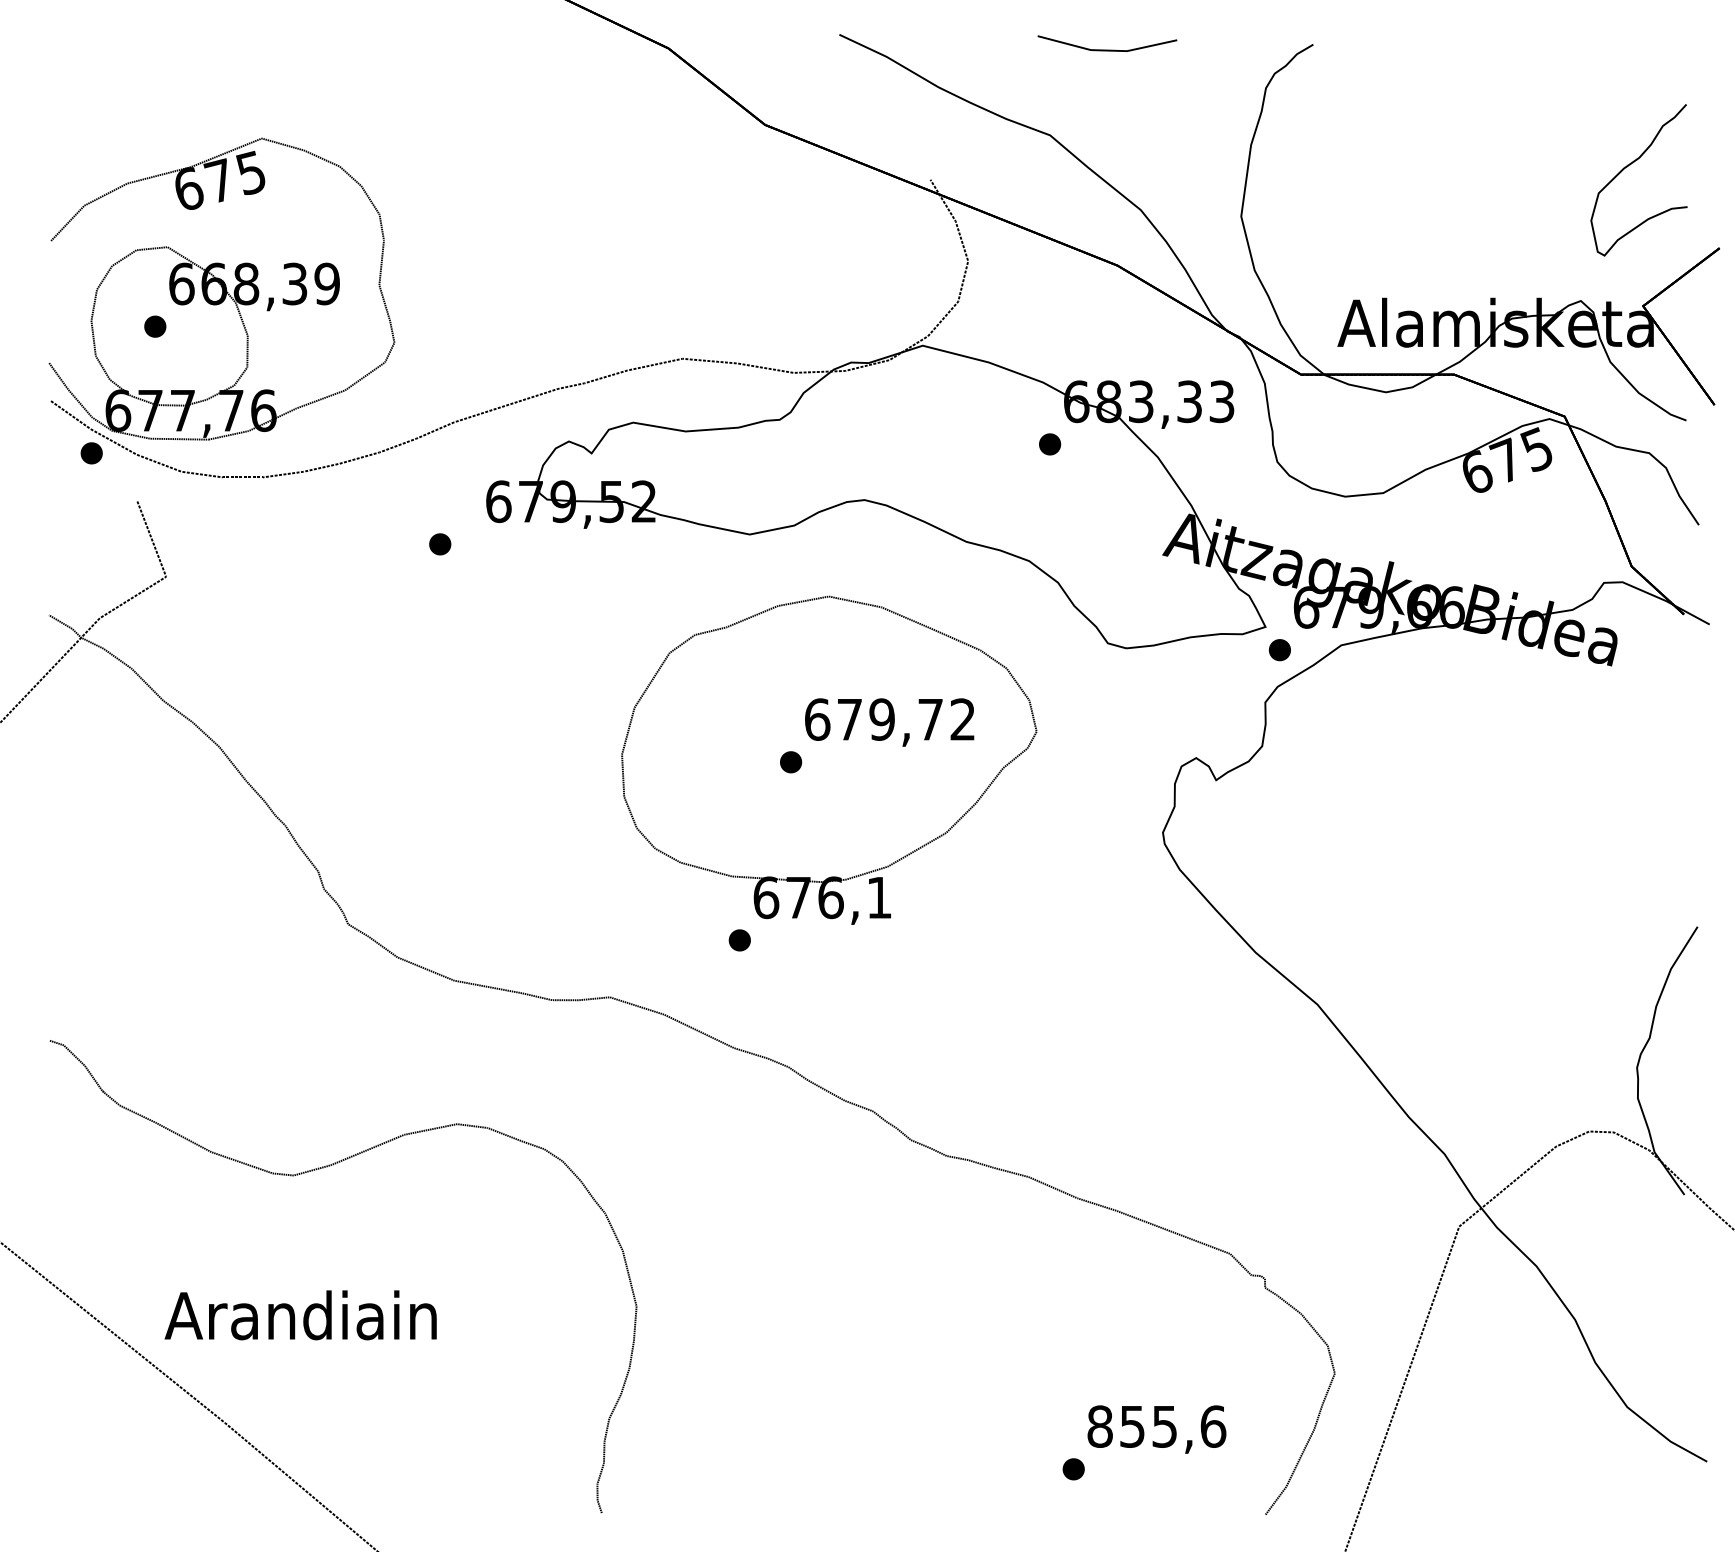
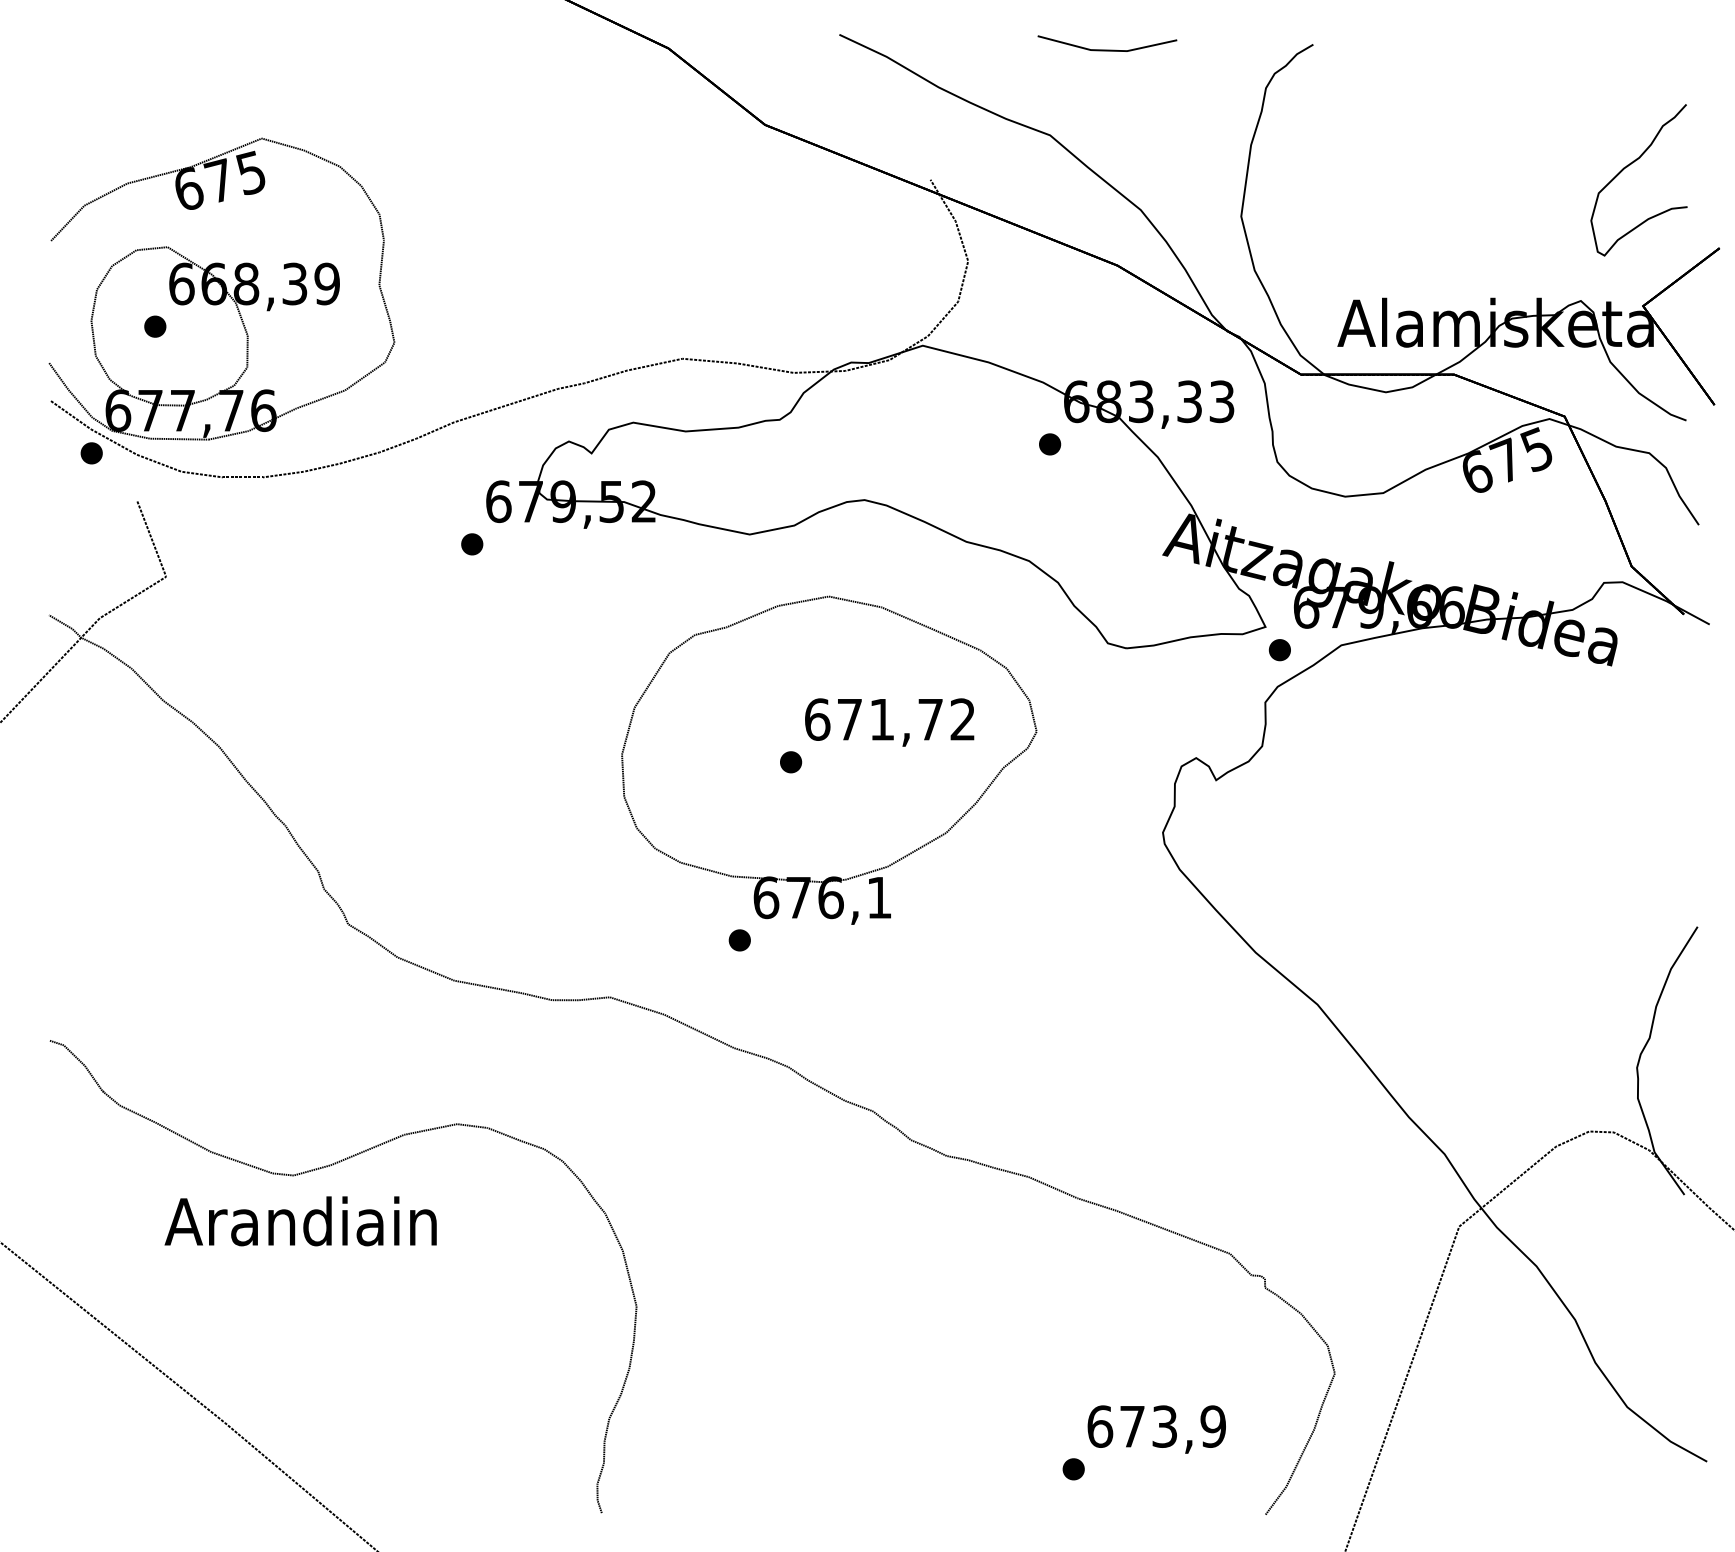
part at (440, 544) position: (440, 544) -> (472, 544)
text at (881, 719): 679,72 -> 671,72
text at (300, 1315) position: (300, 1315) -> (300, 1221)
text at (1156, 1426): 855,6 -> 673,9
